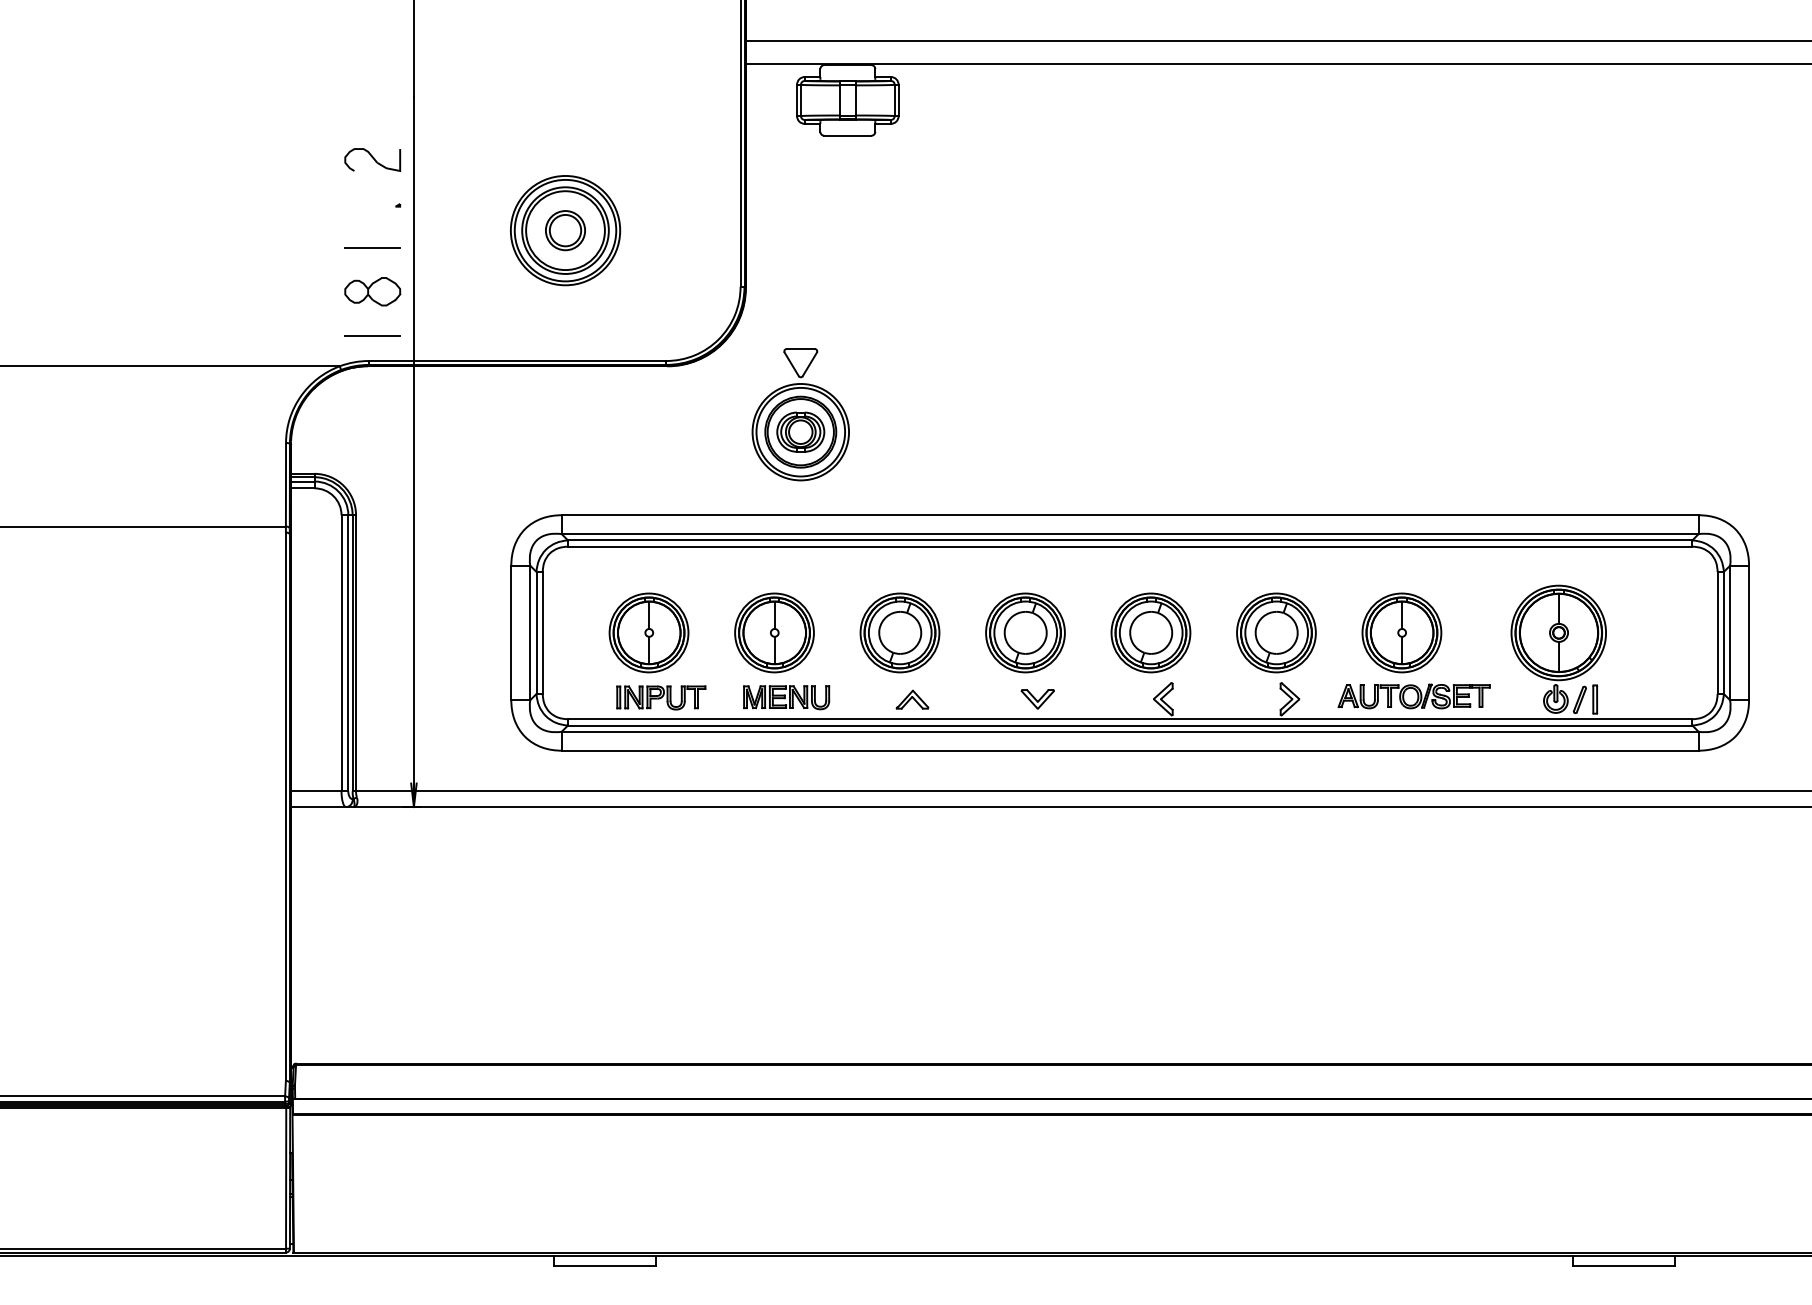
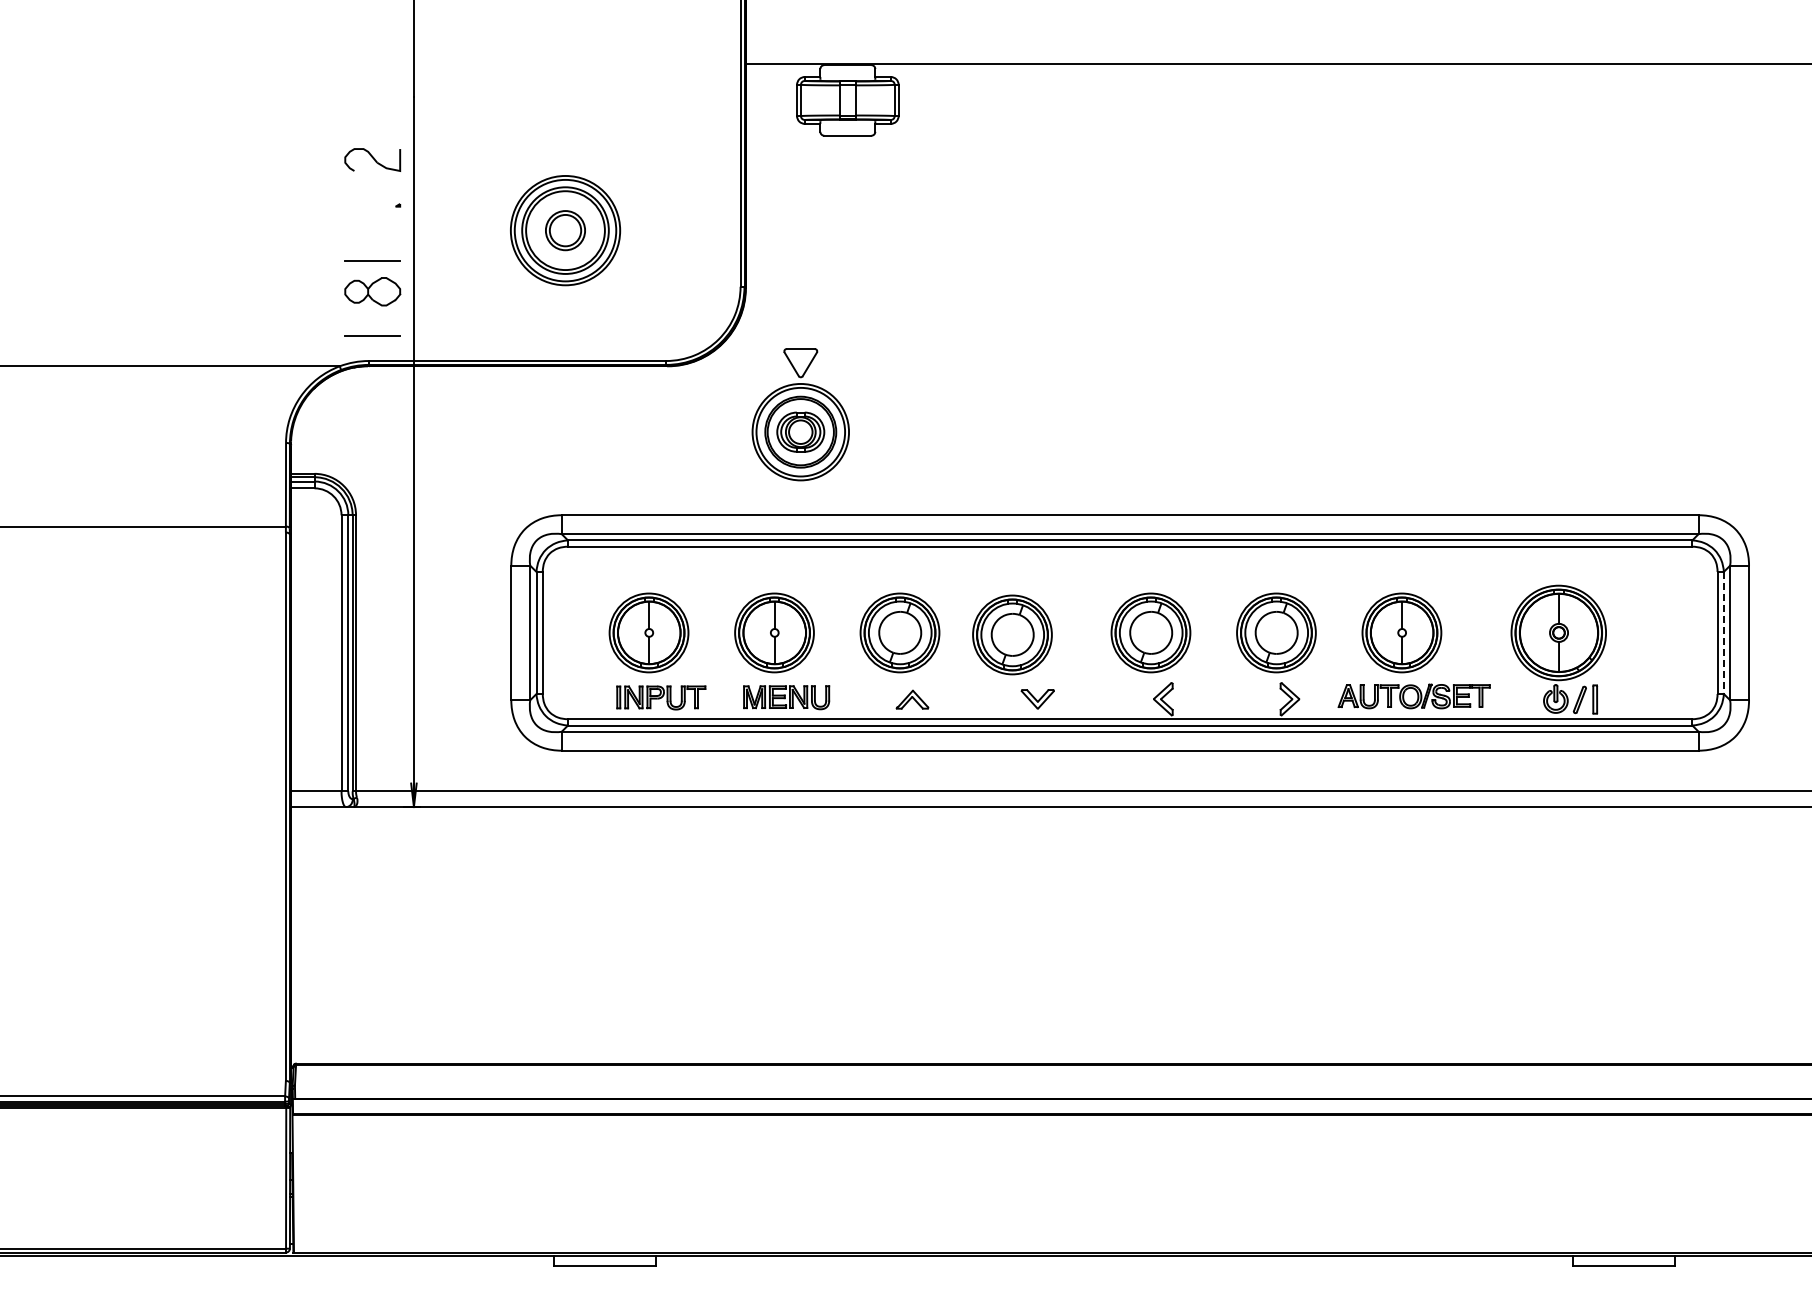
line at (1276, 40): present -> none
line at (372, 247) position: (372, 247) -> (372, 260)
part at (1025, 632) position: (1025, 632) -> (1012, 634)
line at (1723, 633): solid -> dashed
